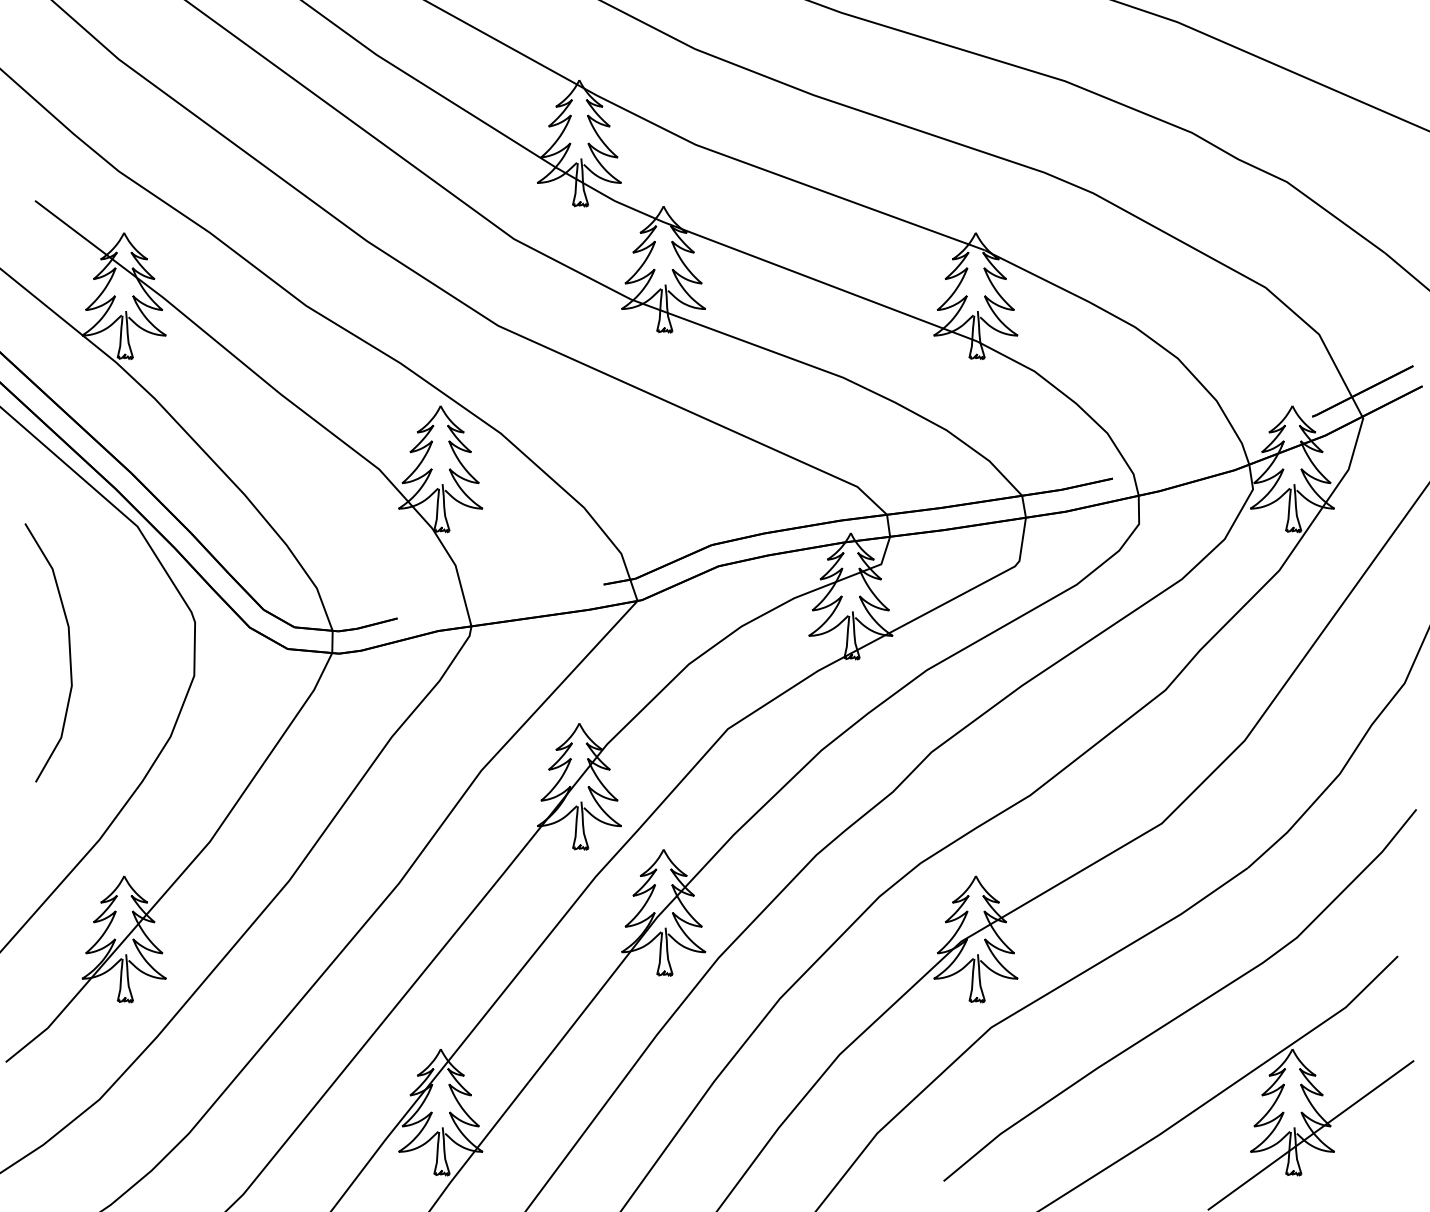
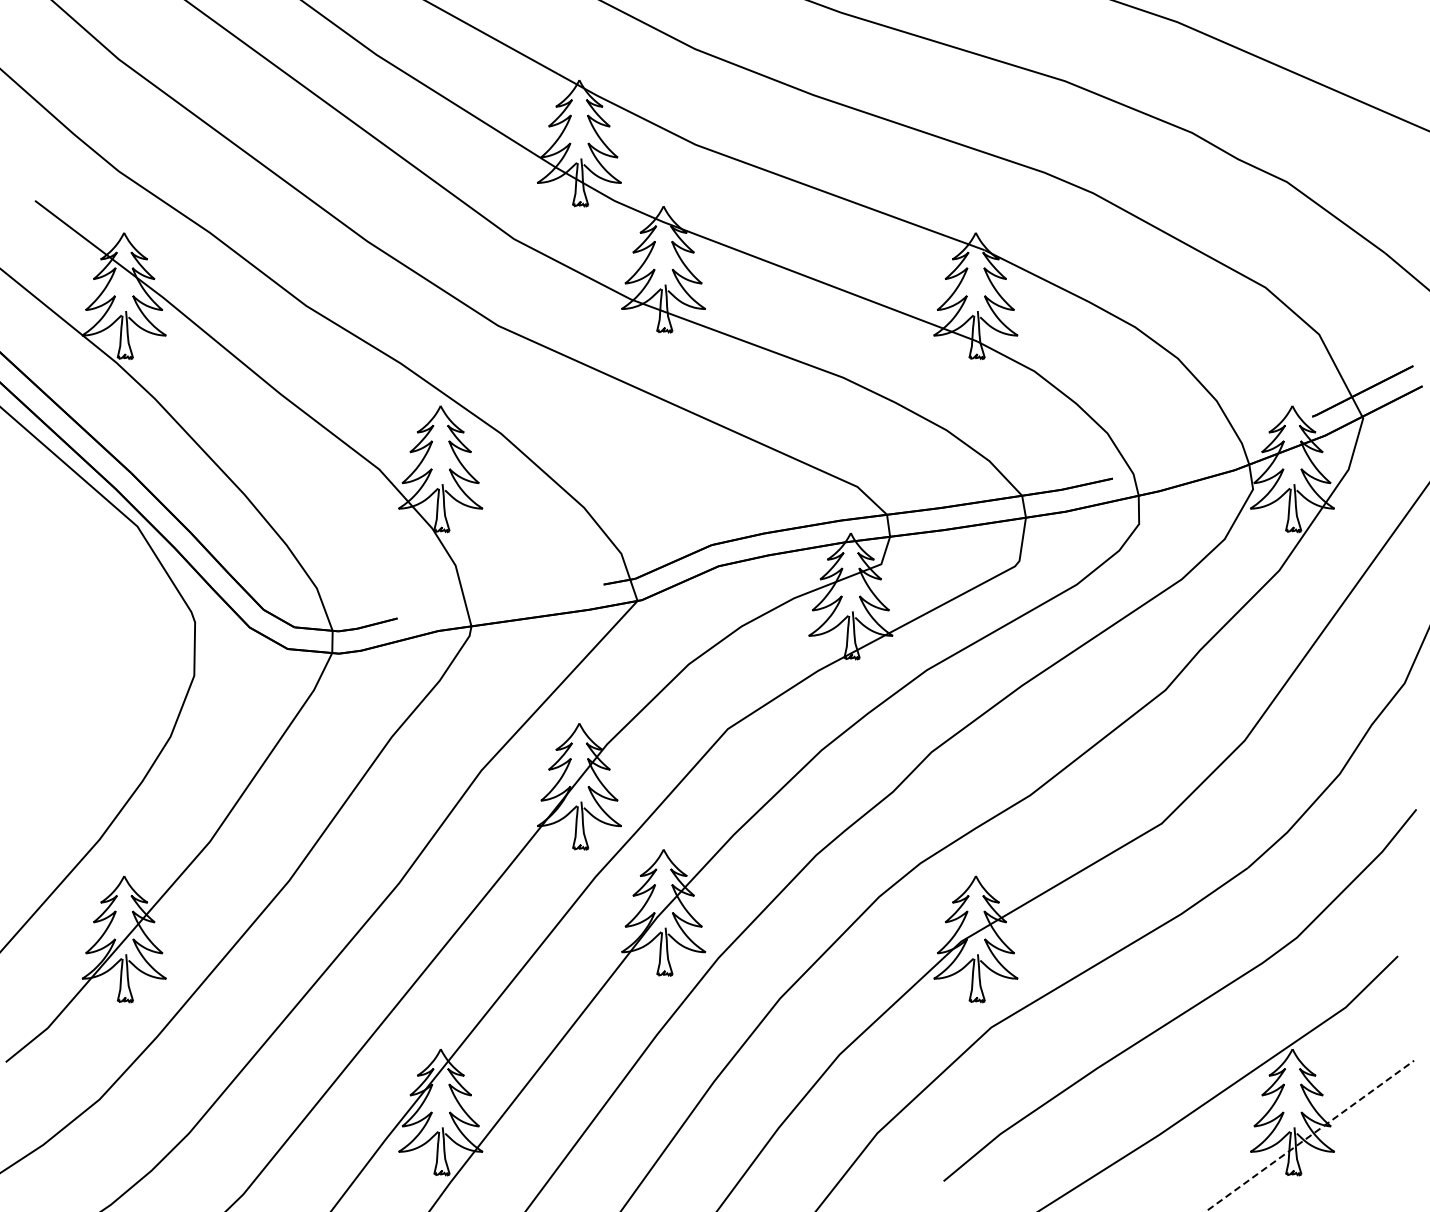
curve at (68, 647): present -> none
line at (1311, 1135): solid -> dashed
